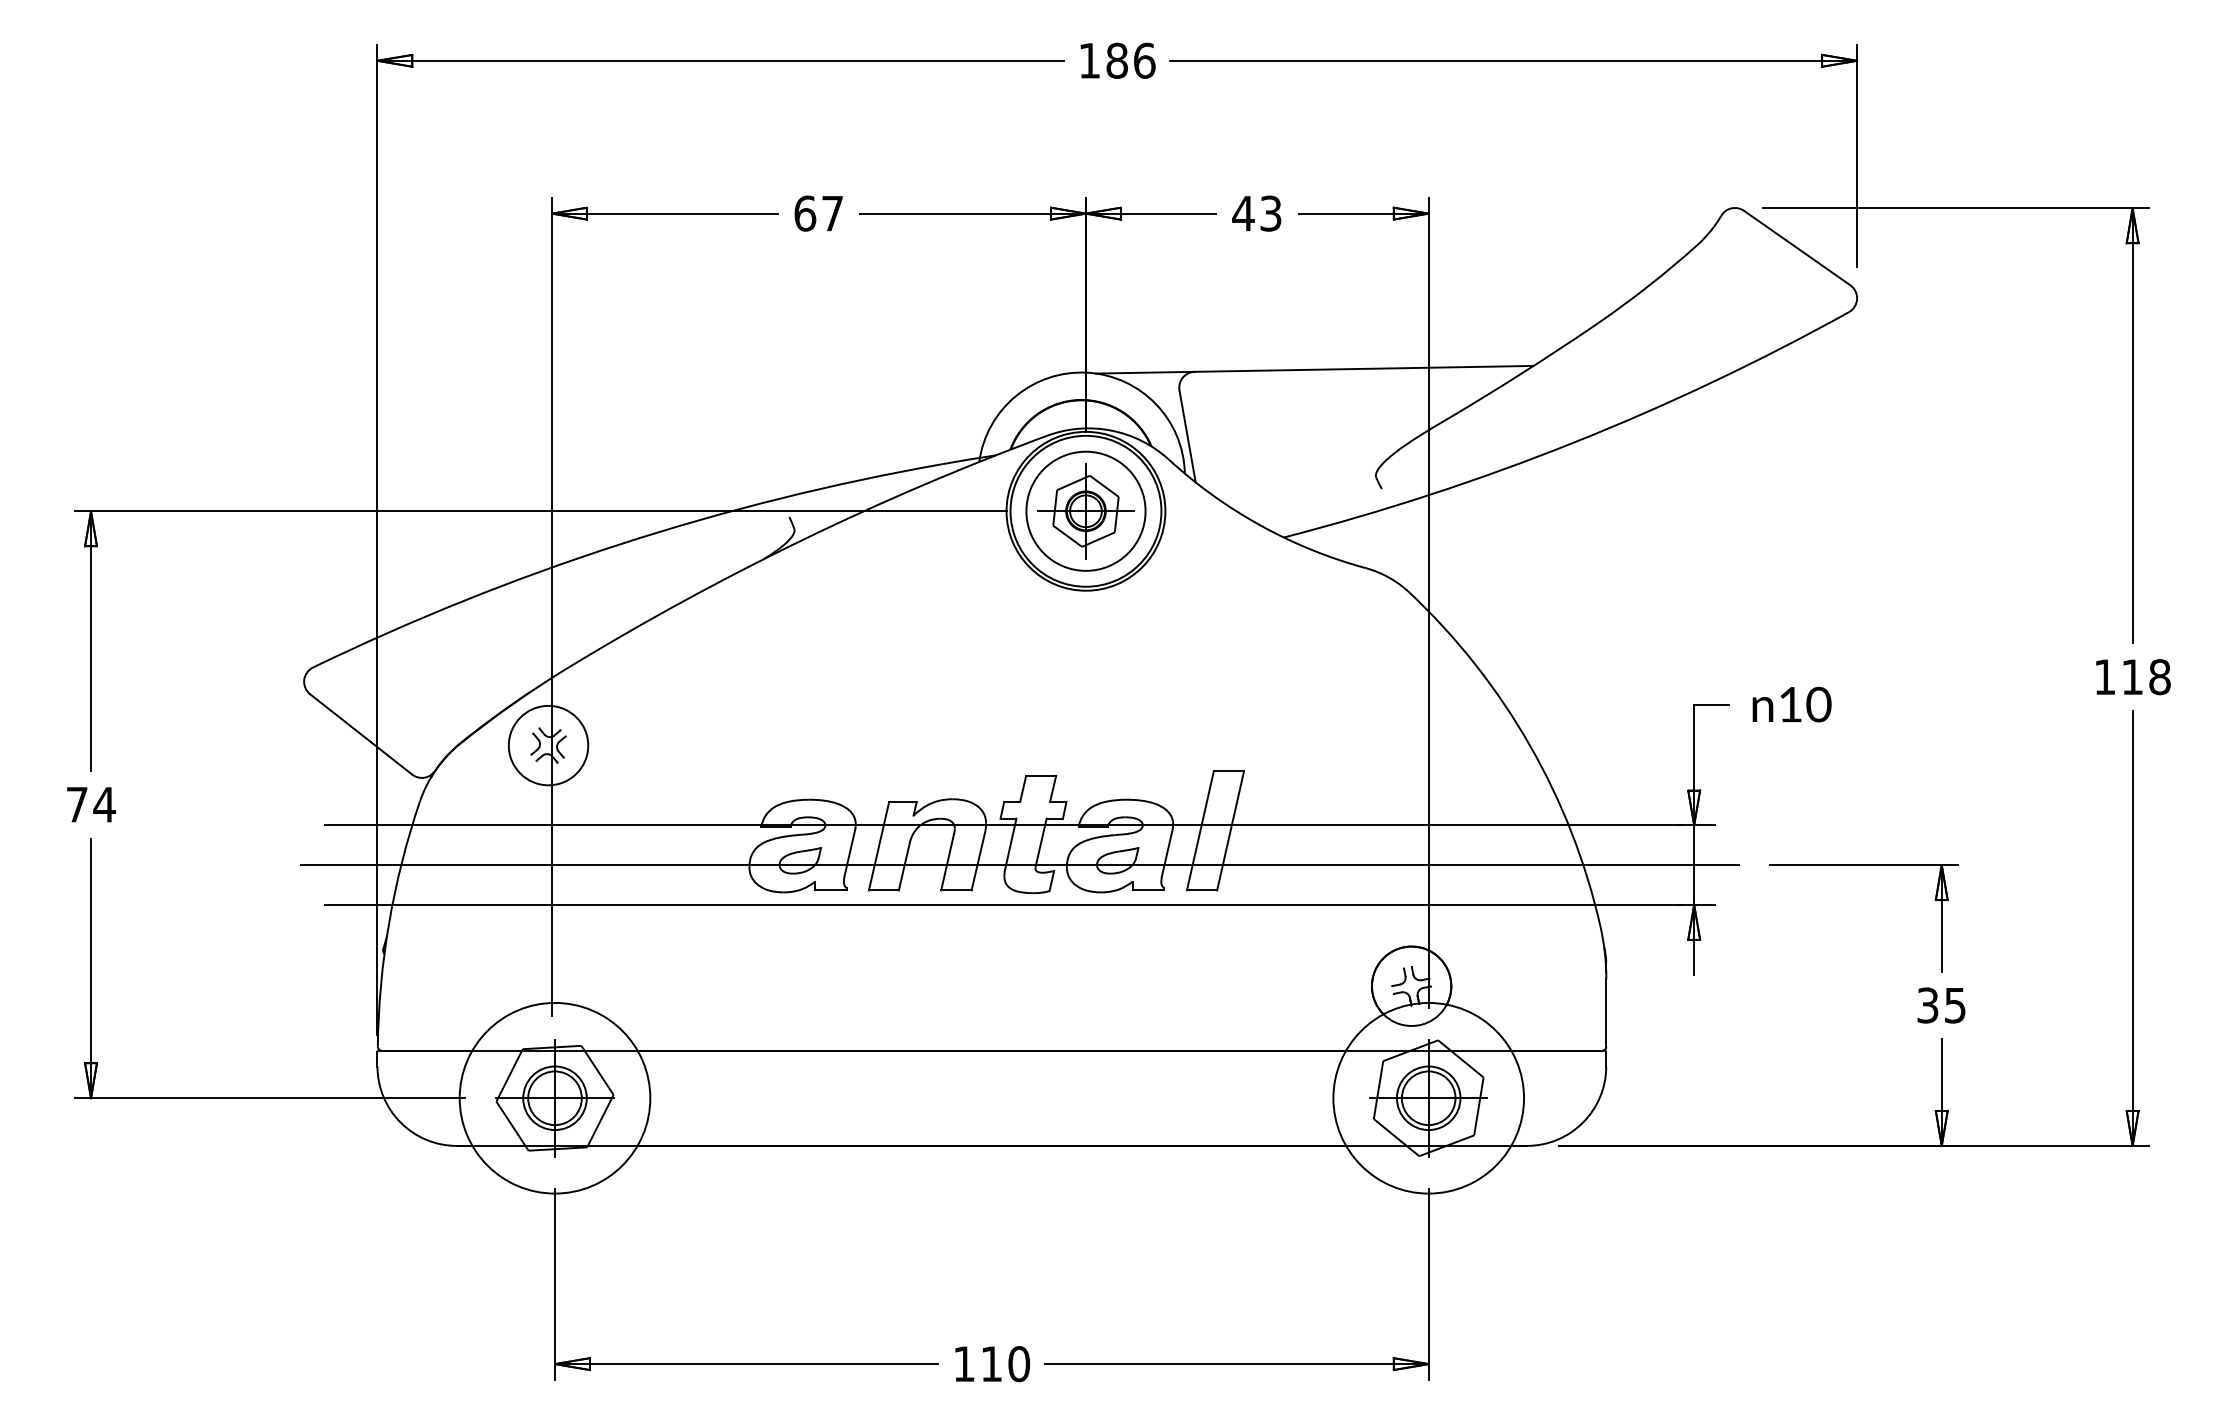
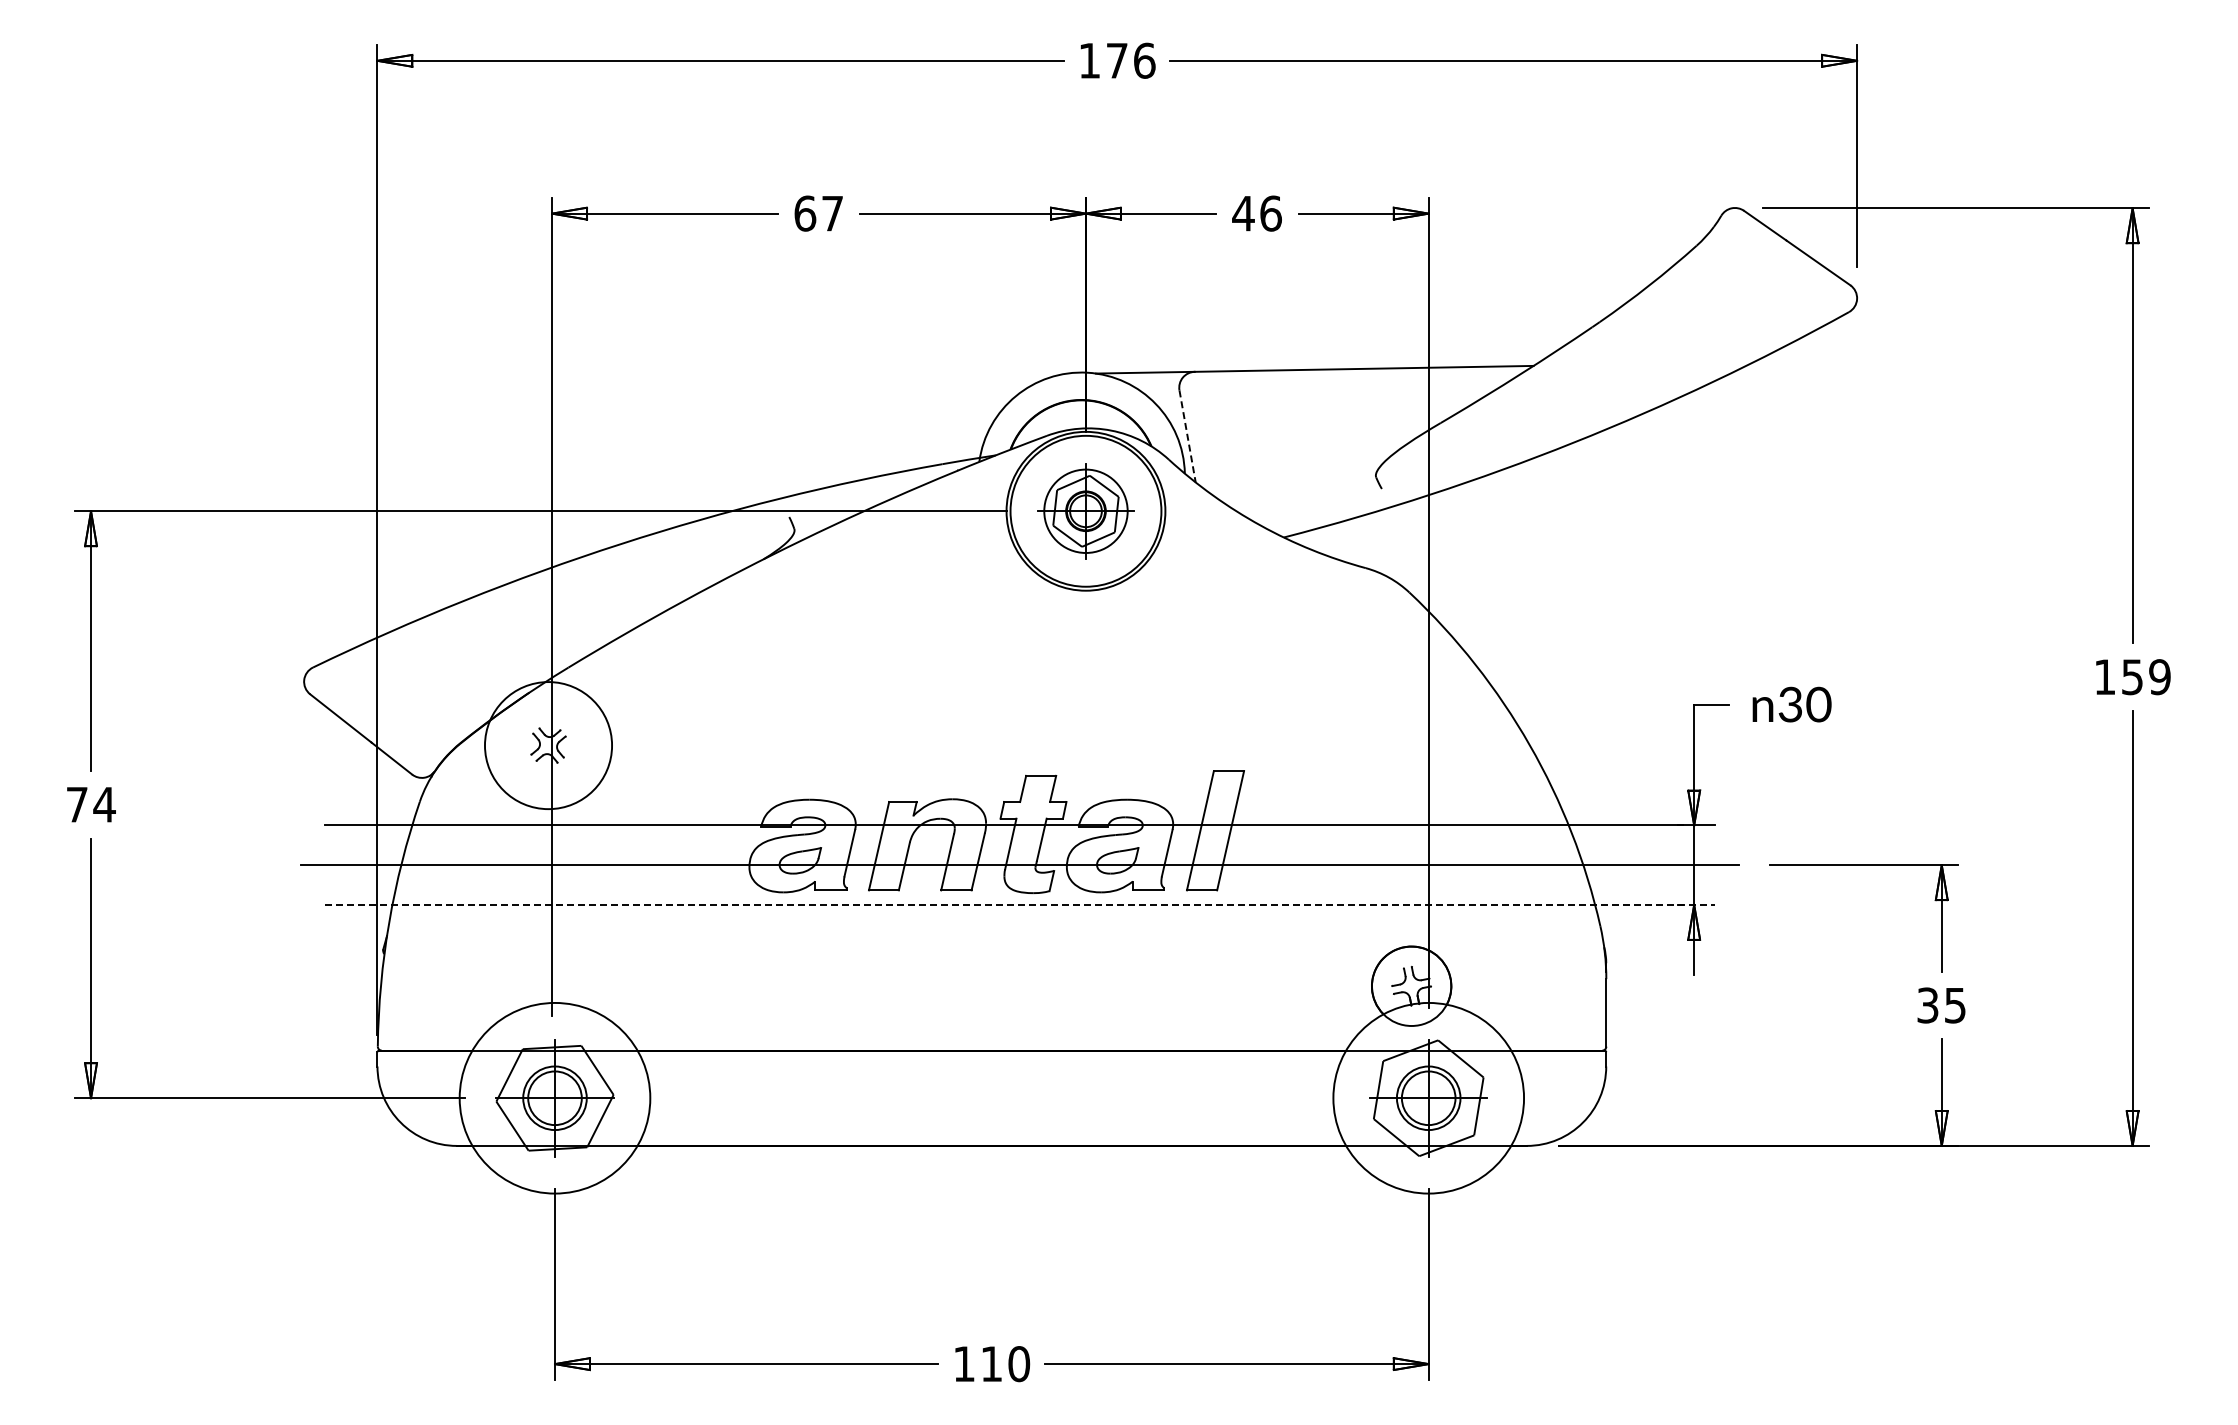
text at (1116, 60): 186 -> 176
text at (1270, 213): 43 -> 46
line at (1187, 436): solid -> dashed
circle at (1085, 510) diameter: 119 px -> 83 px
text at (2146, 677): 118 -> 159
text at (1789, 704): 10 -> 30
circle at (548, 745) diameter: 79 px -> 127 px
line at (1019, 904): solid -> dashed
